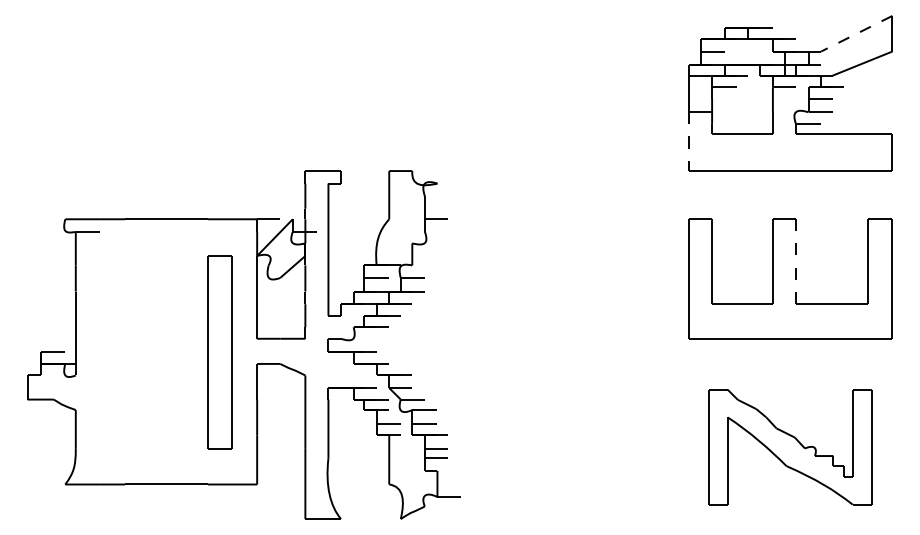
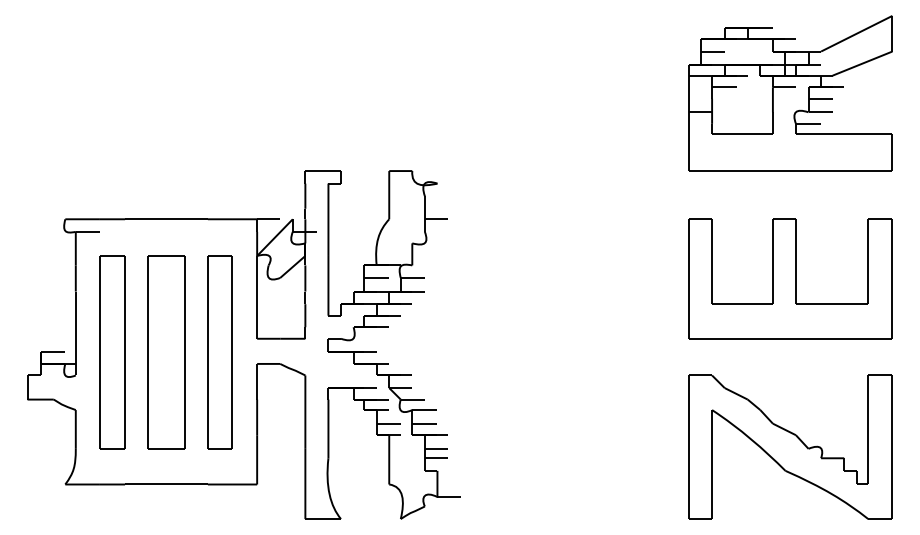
line at (856, 33): dashed -> solid
line at (689, 142): dashed -> solid
line at (795, 262): dashed -> solid
part at (112, 352): none -> present
part at (166, 352): none -> present
part at (790, 447) size: 165x117 px -> 205x146 px
